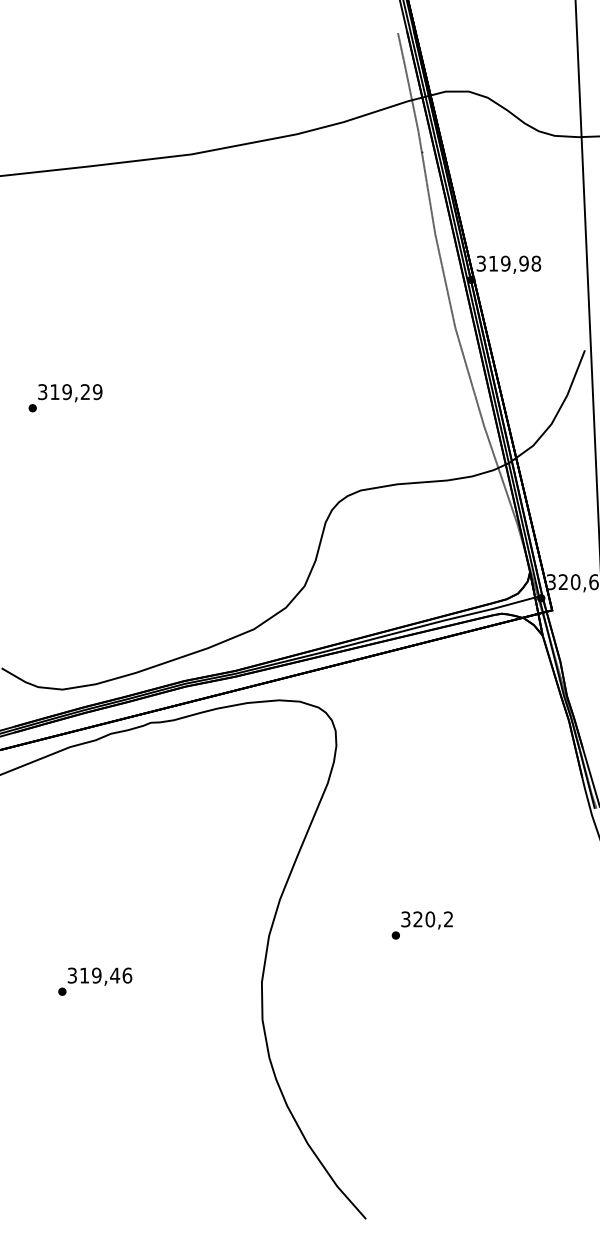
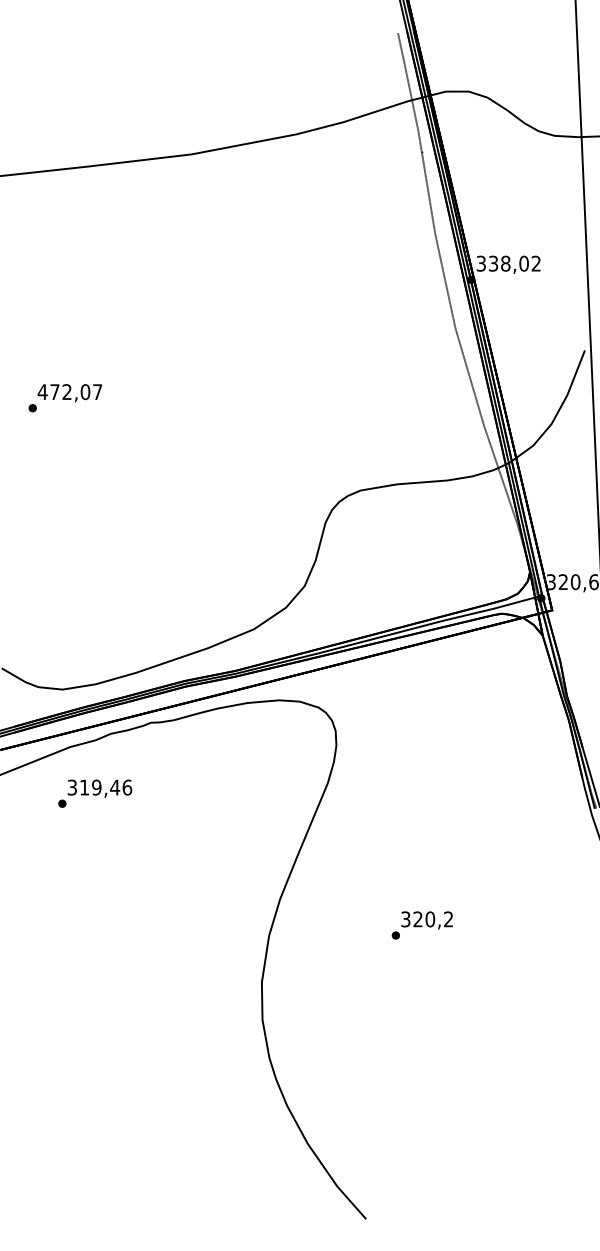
text at (515, 263): 319,98 -> 338,02
text at (69, 392): 319,29 -> 472,07
text at (95, 981) position: (95, 981) -> (95, 793)
